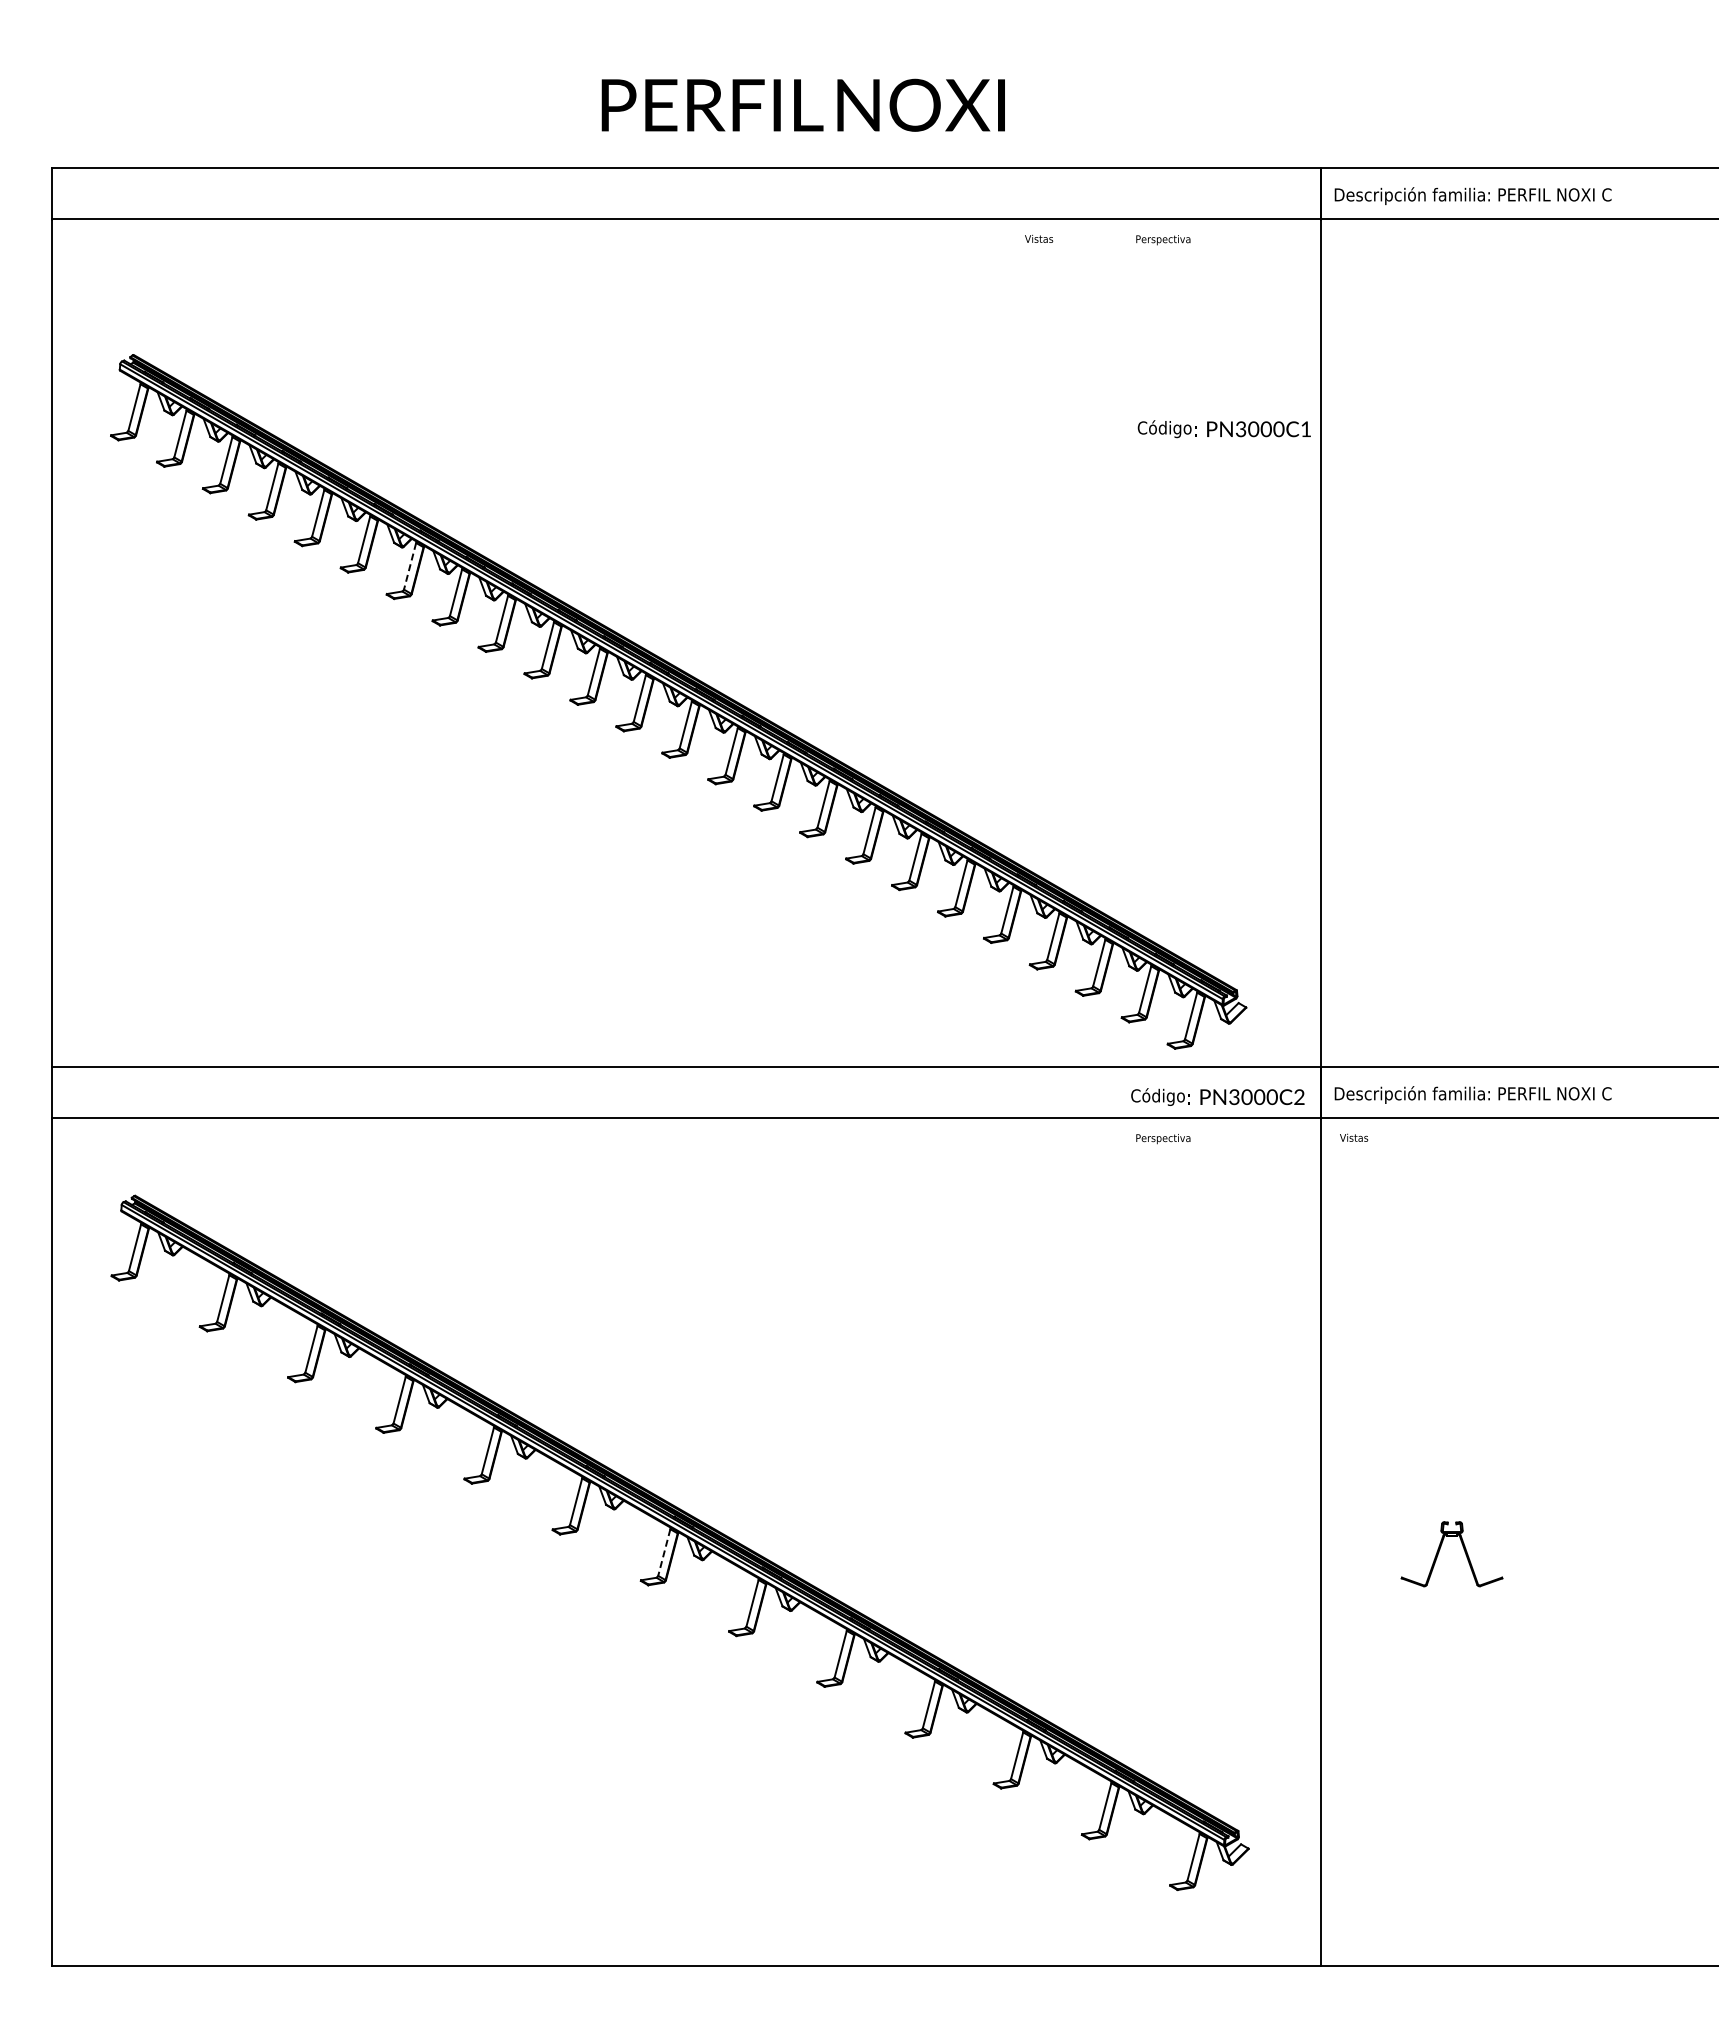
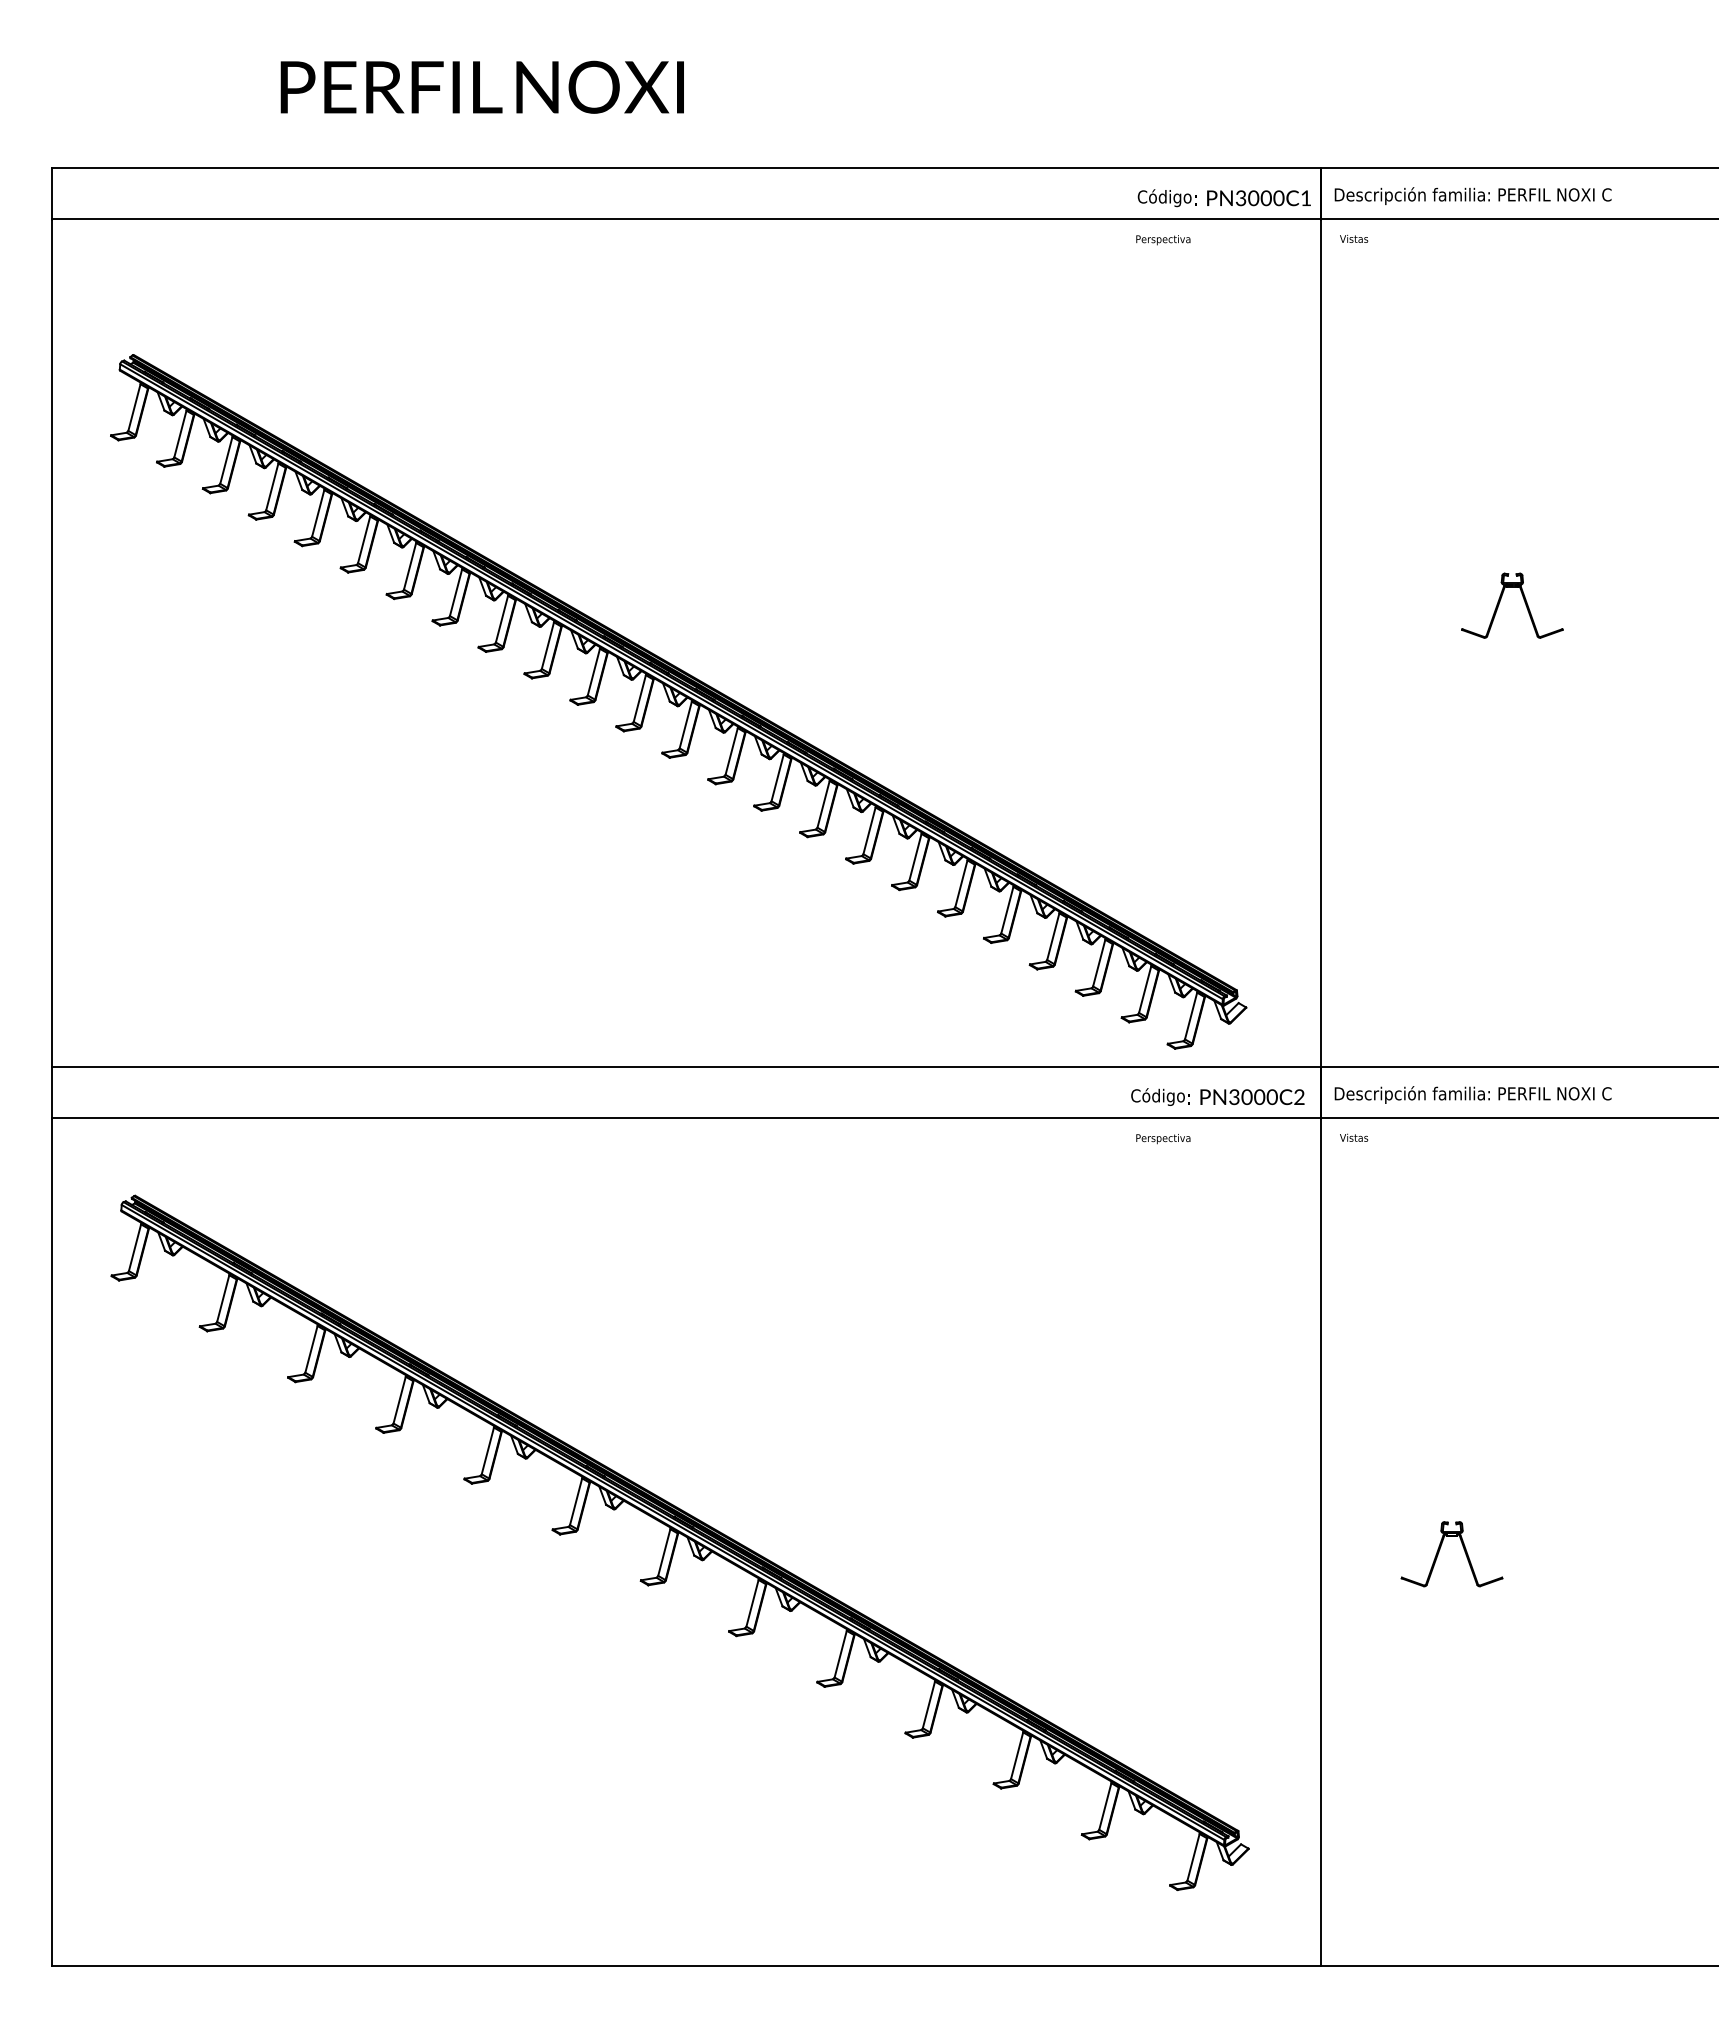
text at (802, 104) position: (802, 104) -> (481, 86)
text at (1039, 238) position: (1039, 238) -> (1354, 238)
text at (1223, 429) position: (1223, 429) -> (1223, 198)
line at (409, 566): dashed -> solid
part at (1523, 600): none -> present
line at (664, 1553): dashed -> solid
